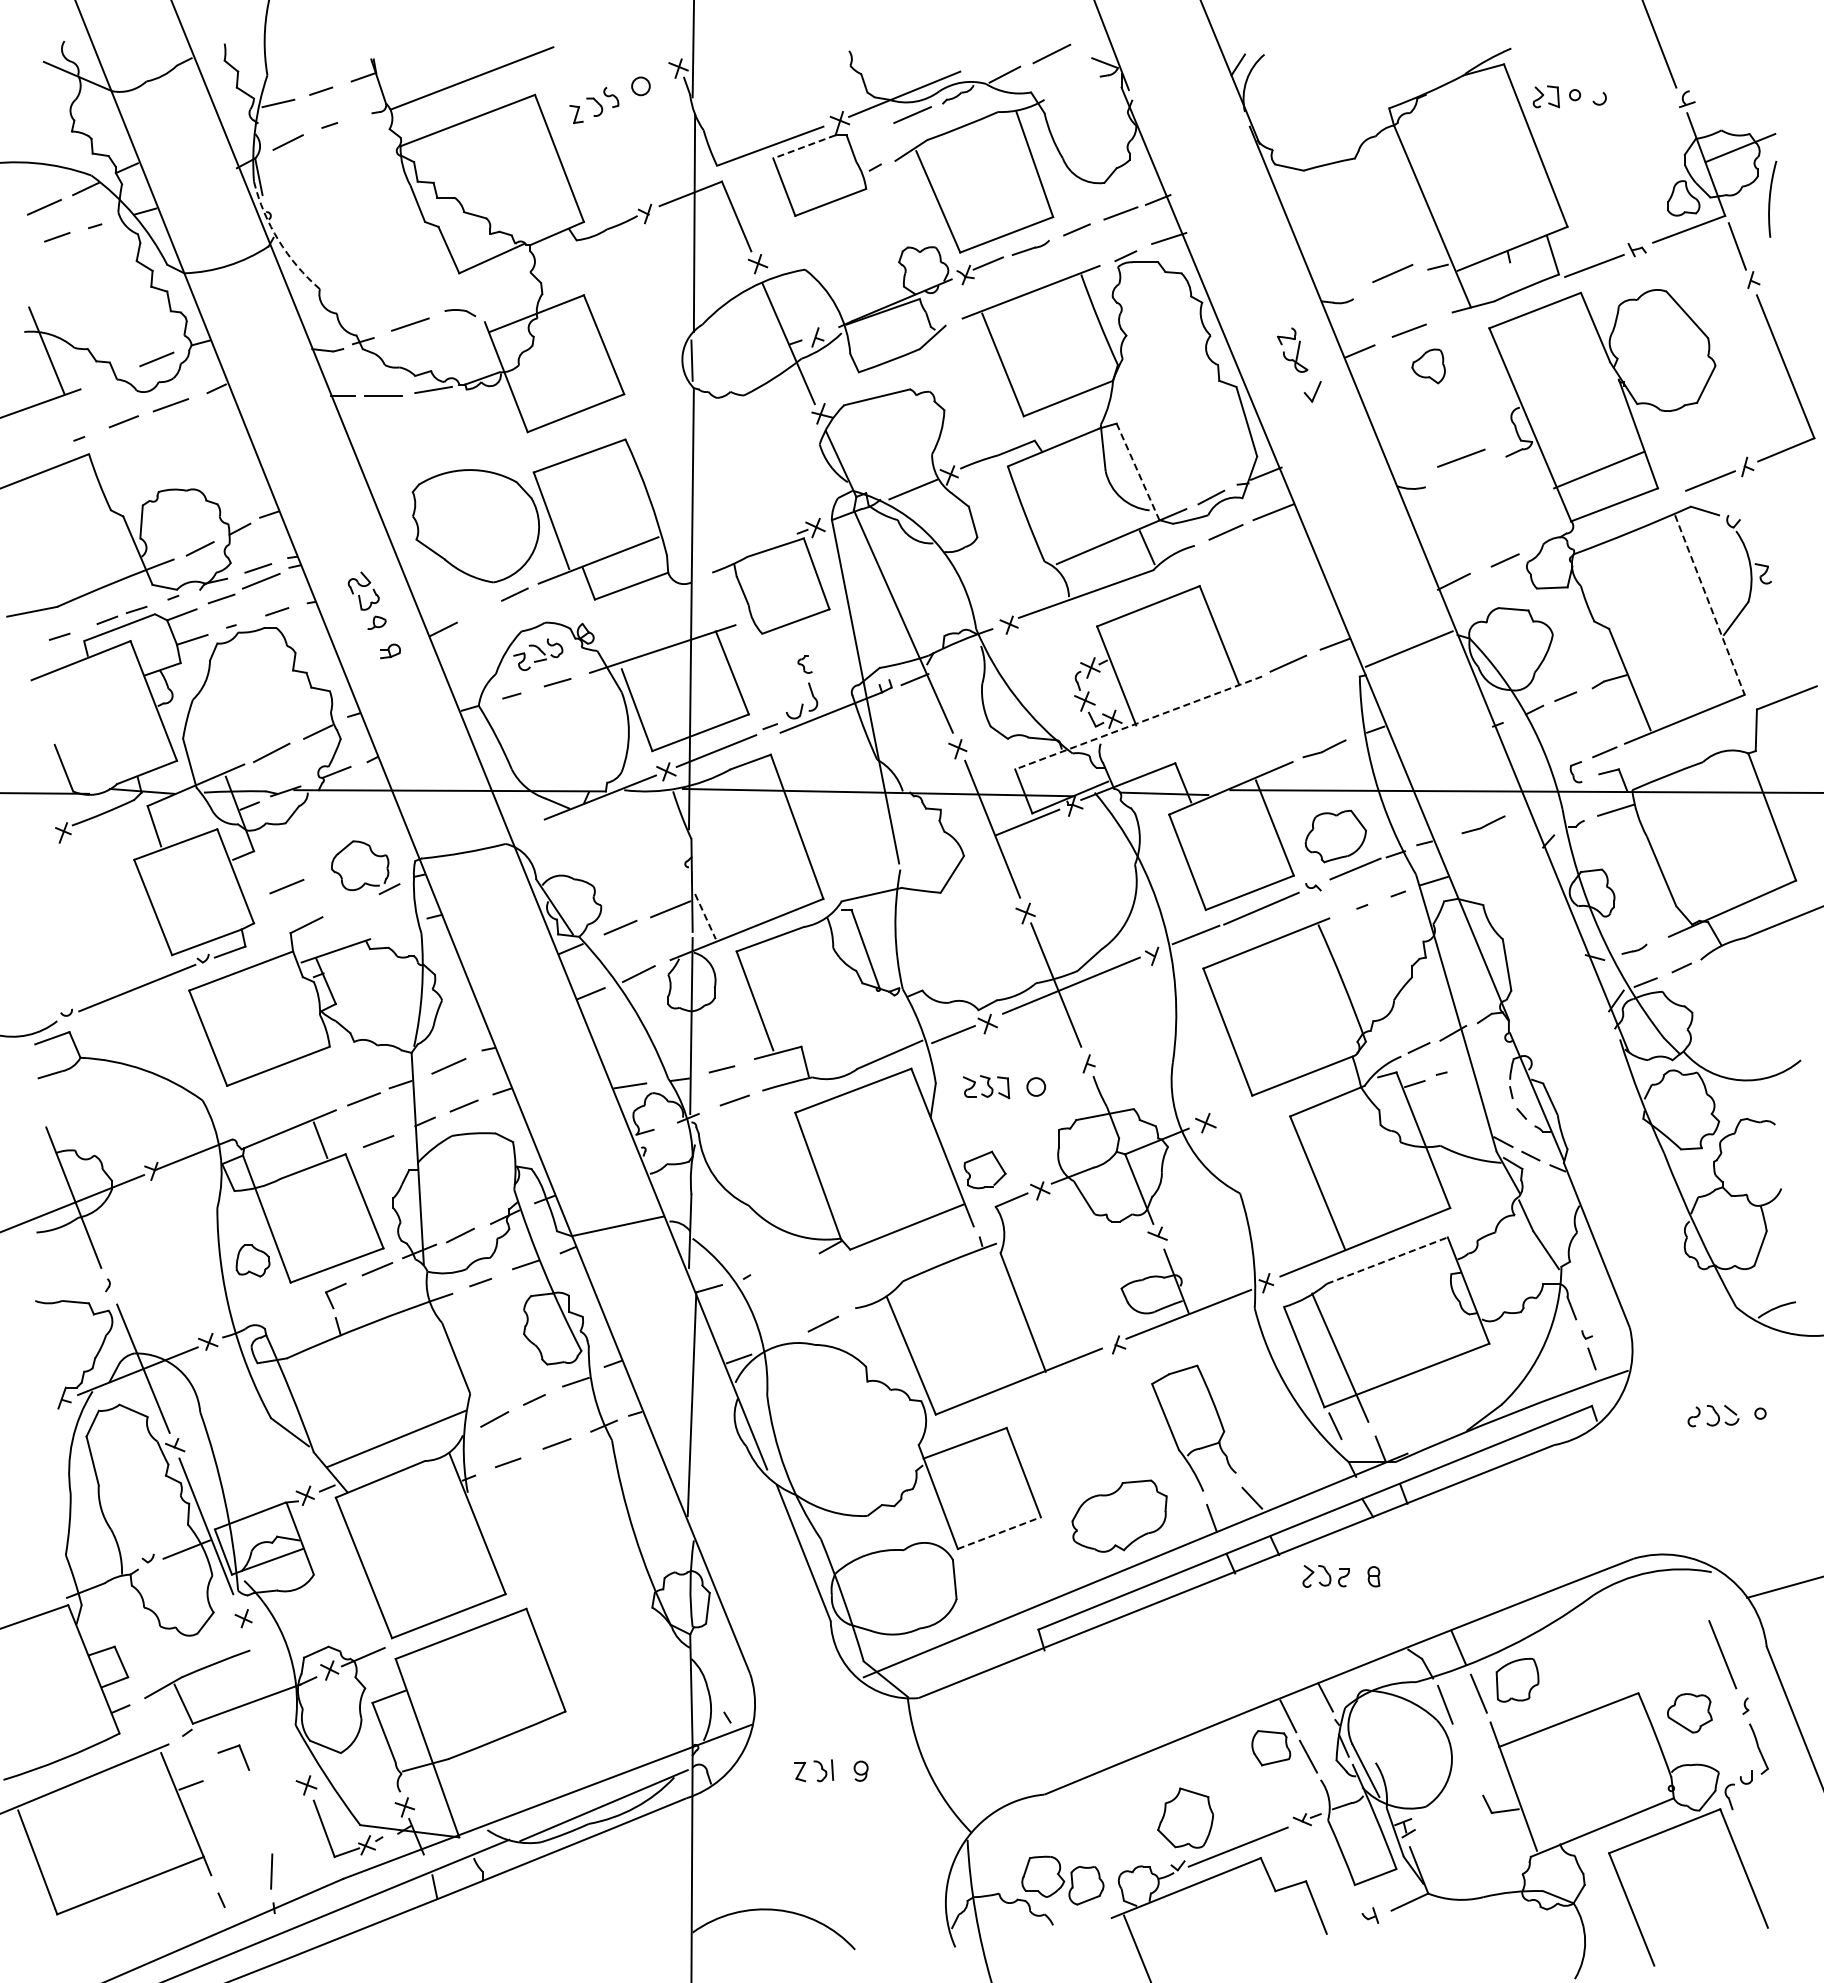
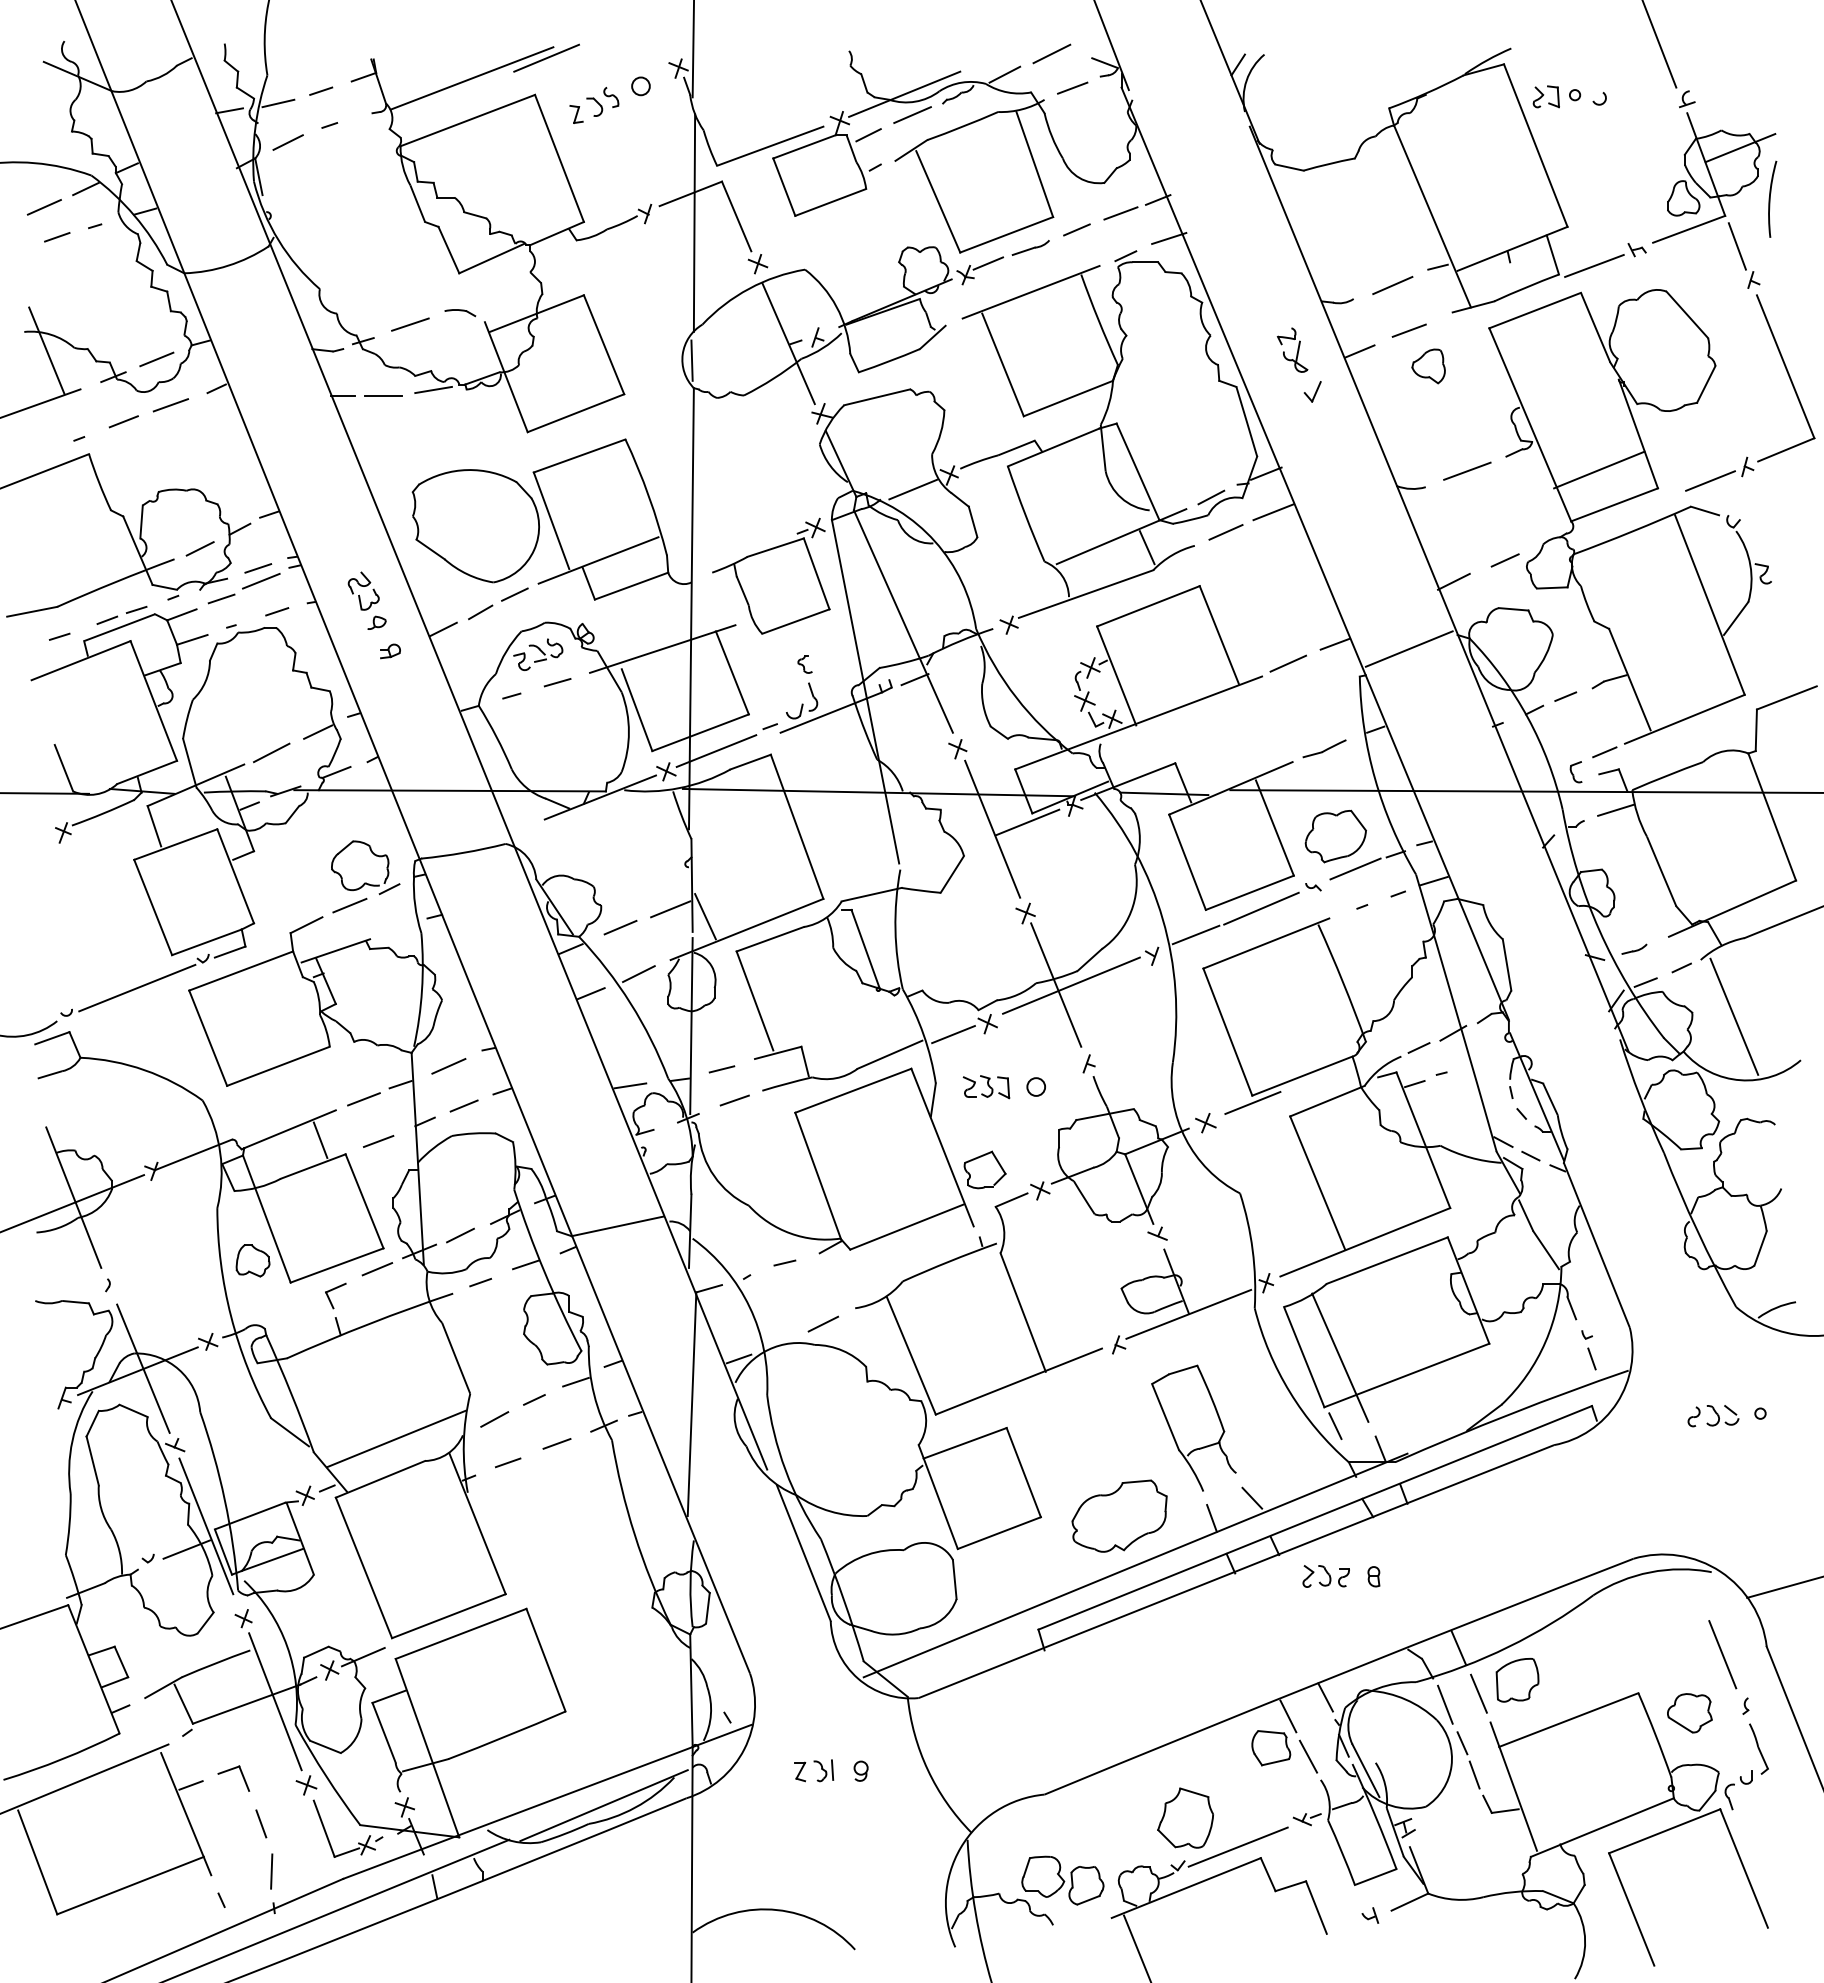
line at (546, 57): none -> present
line at (1072, 87): none -> present
line at (229, 110): none -> present
line at (868, 135): none -> present
line at (804, 147): dashed -> solid
arc at (278, 240): dashed -> solid
line at (1392, 273) position: (1392, 273) -> (1392, 285)
line at (113, 377): none -> present
line at (1461, 457) position: (1461, 457) -> (1467, 470)
line at (1138, 471): dashed -> solid
line at (1710, 605): dashed -> solid
line at (480, 612): none -> present
line at (1138, 722): dashed -> solid
part at (1483, 824): present -> none
line at (286, 886) position: (286, 886) -> (349, 905)
line at (705, 916): dashed -> solid
line at (1734, 1016): none -> present
line at (1252, 1102): none -> present
line at (1387, 1260): dashed -> solid
line at (784, 1262): none -> present
line at (999, 1532): dashed -> solid
line at (275, 1701): none -> present
line at (1462, 1743): none -> present
part at (231, 1749) position: (231, 1749) -> (231, 1770)
line at (1474, 1774): none -> present
line at (261, 1823): none -> present
